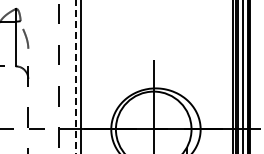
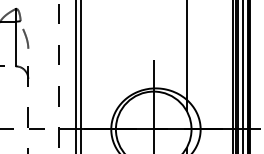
line at (186, 56): none -> present
line at (75, 76): dashed -> solid
